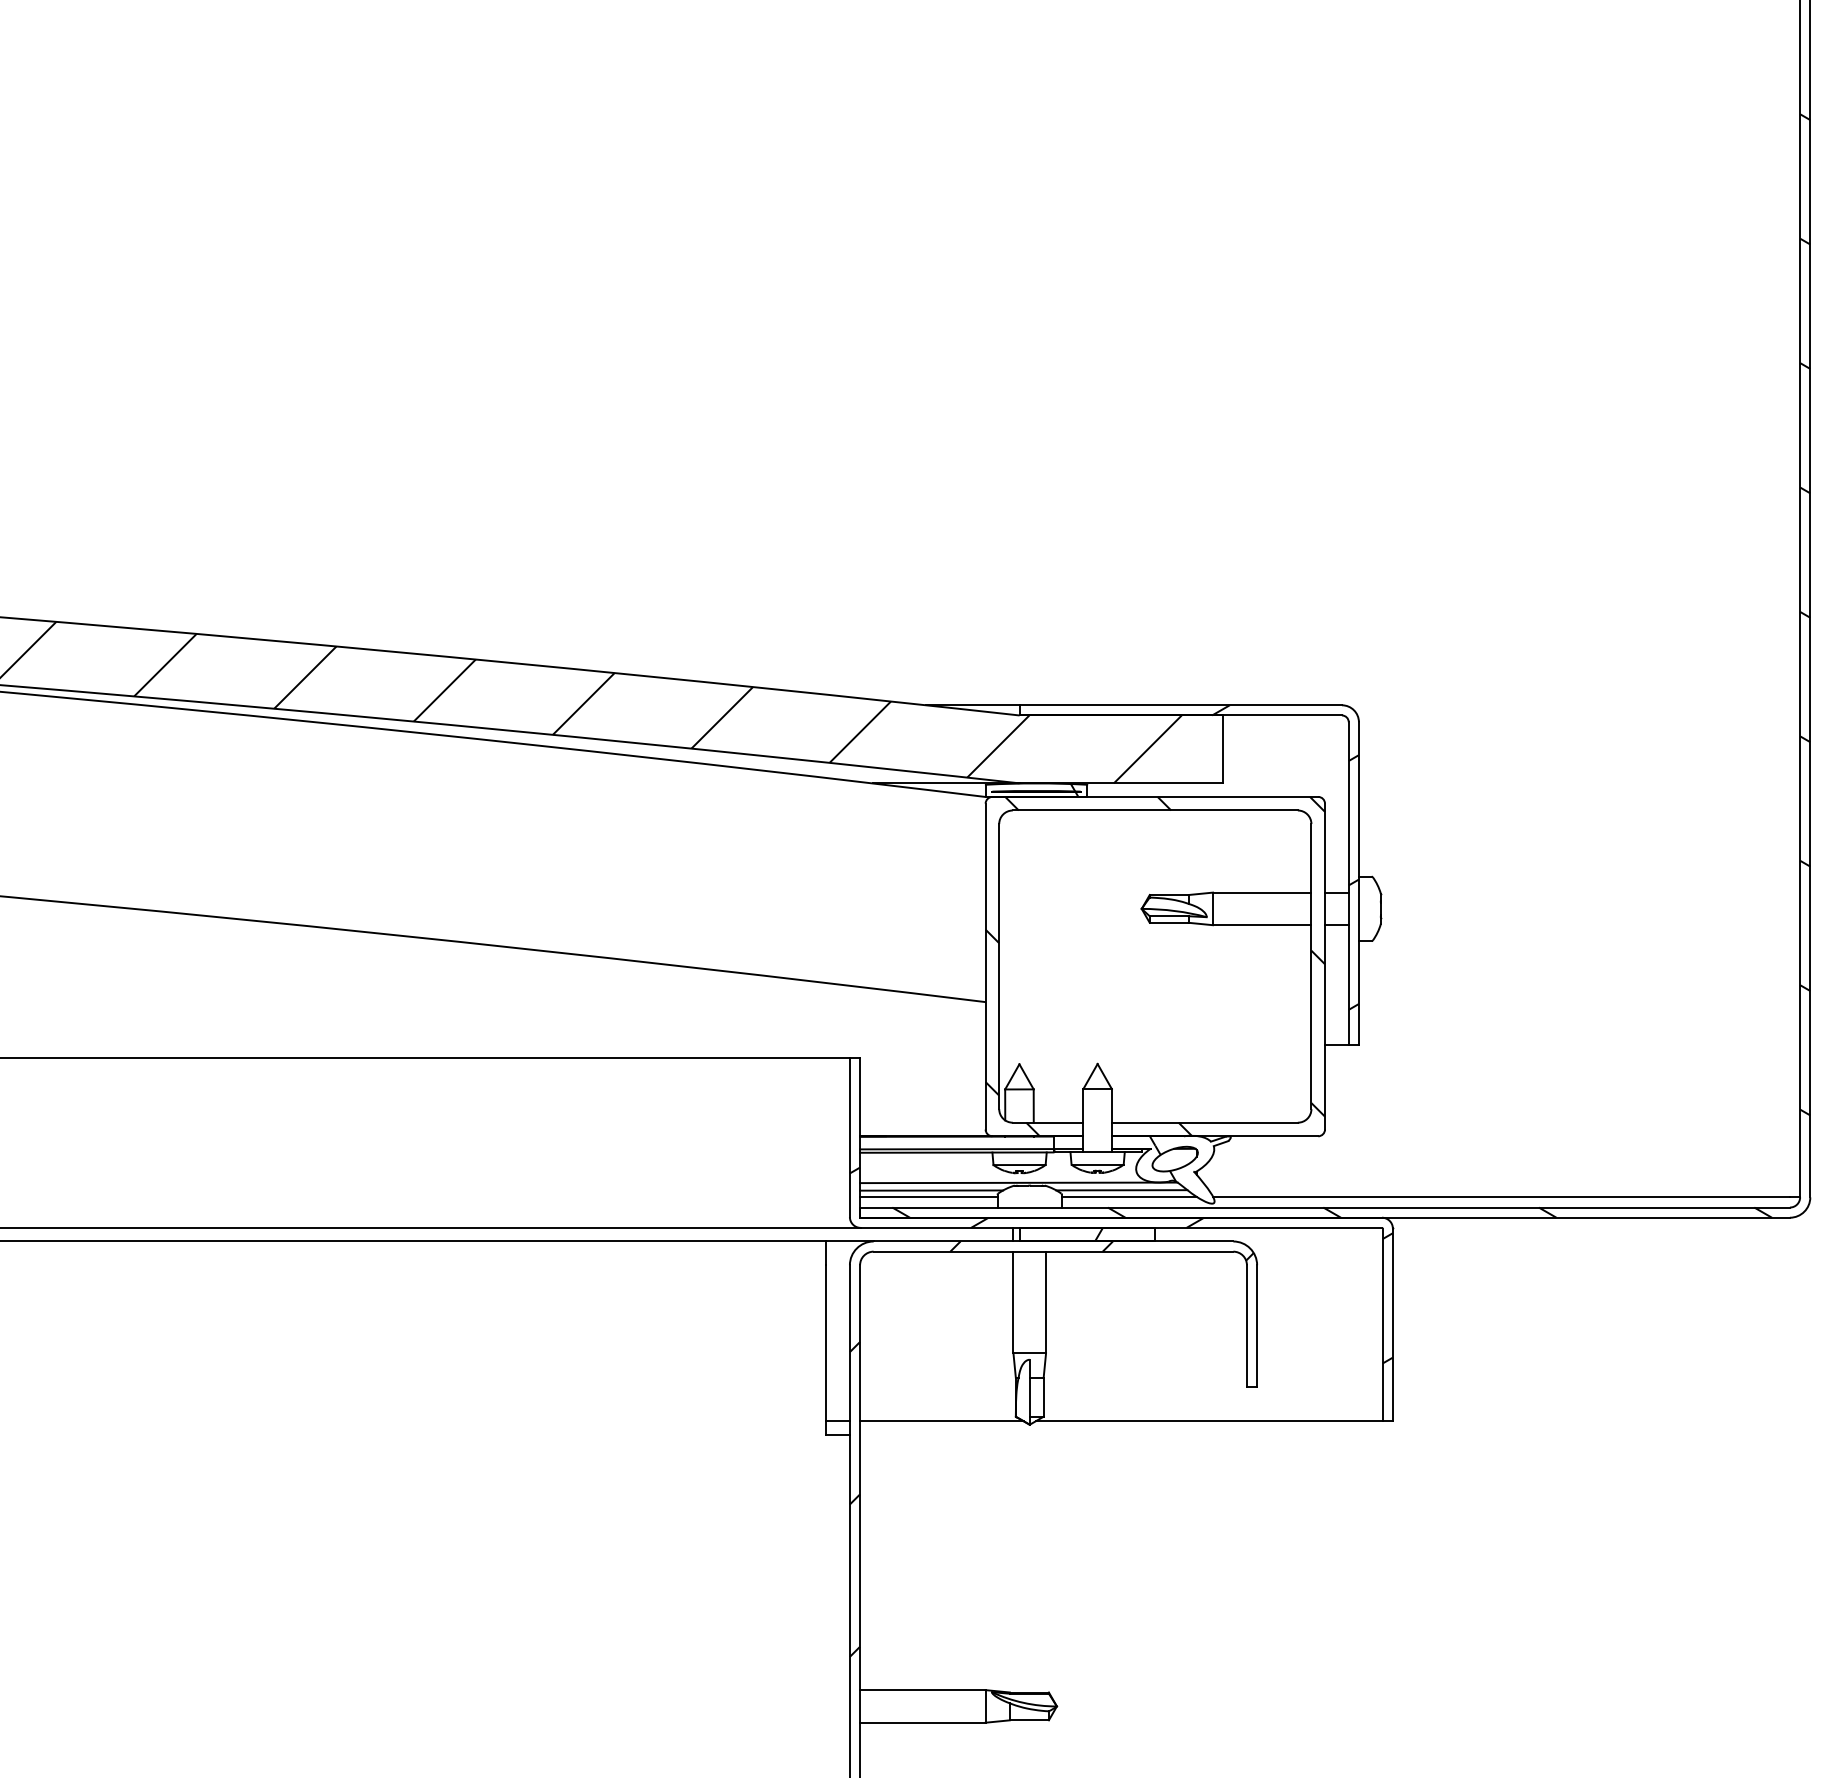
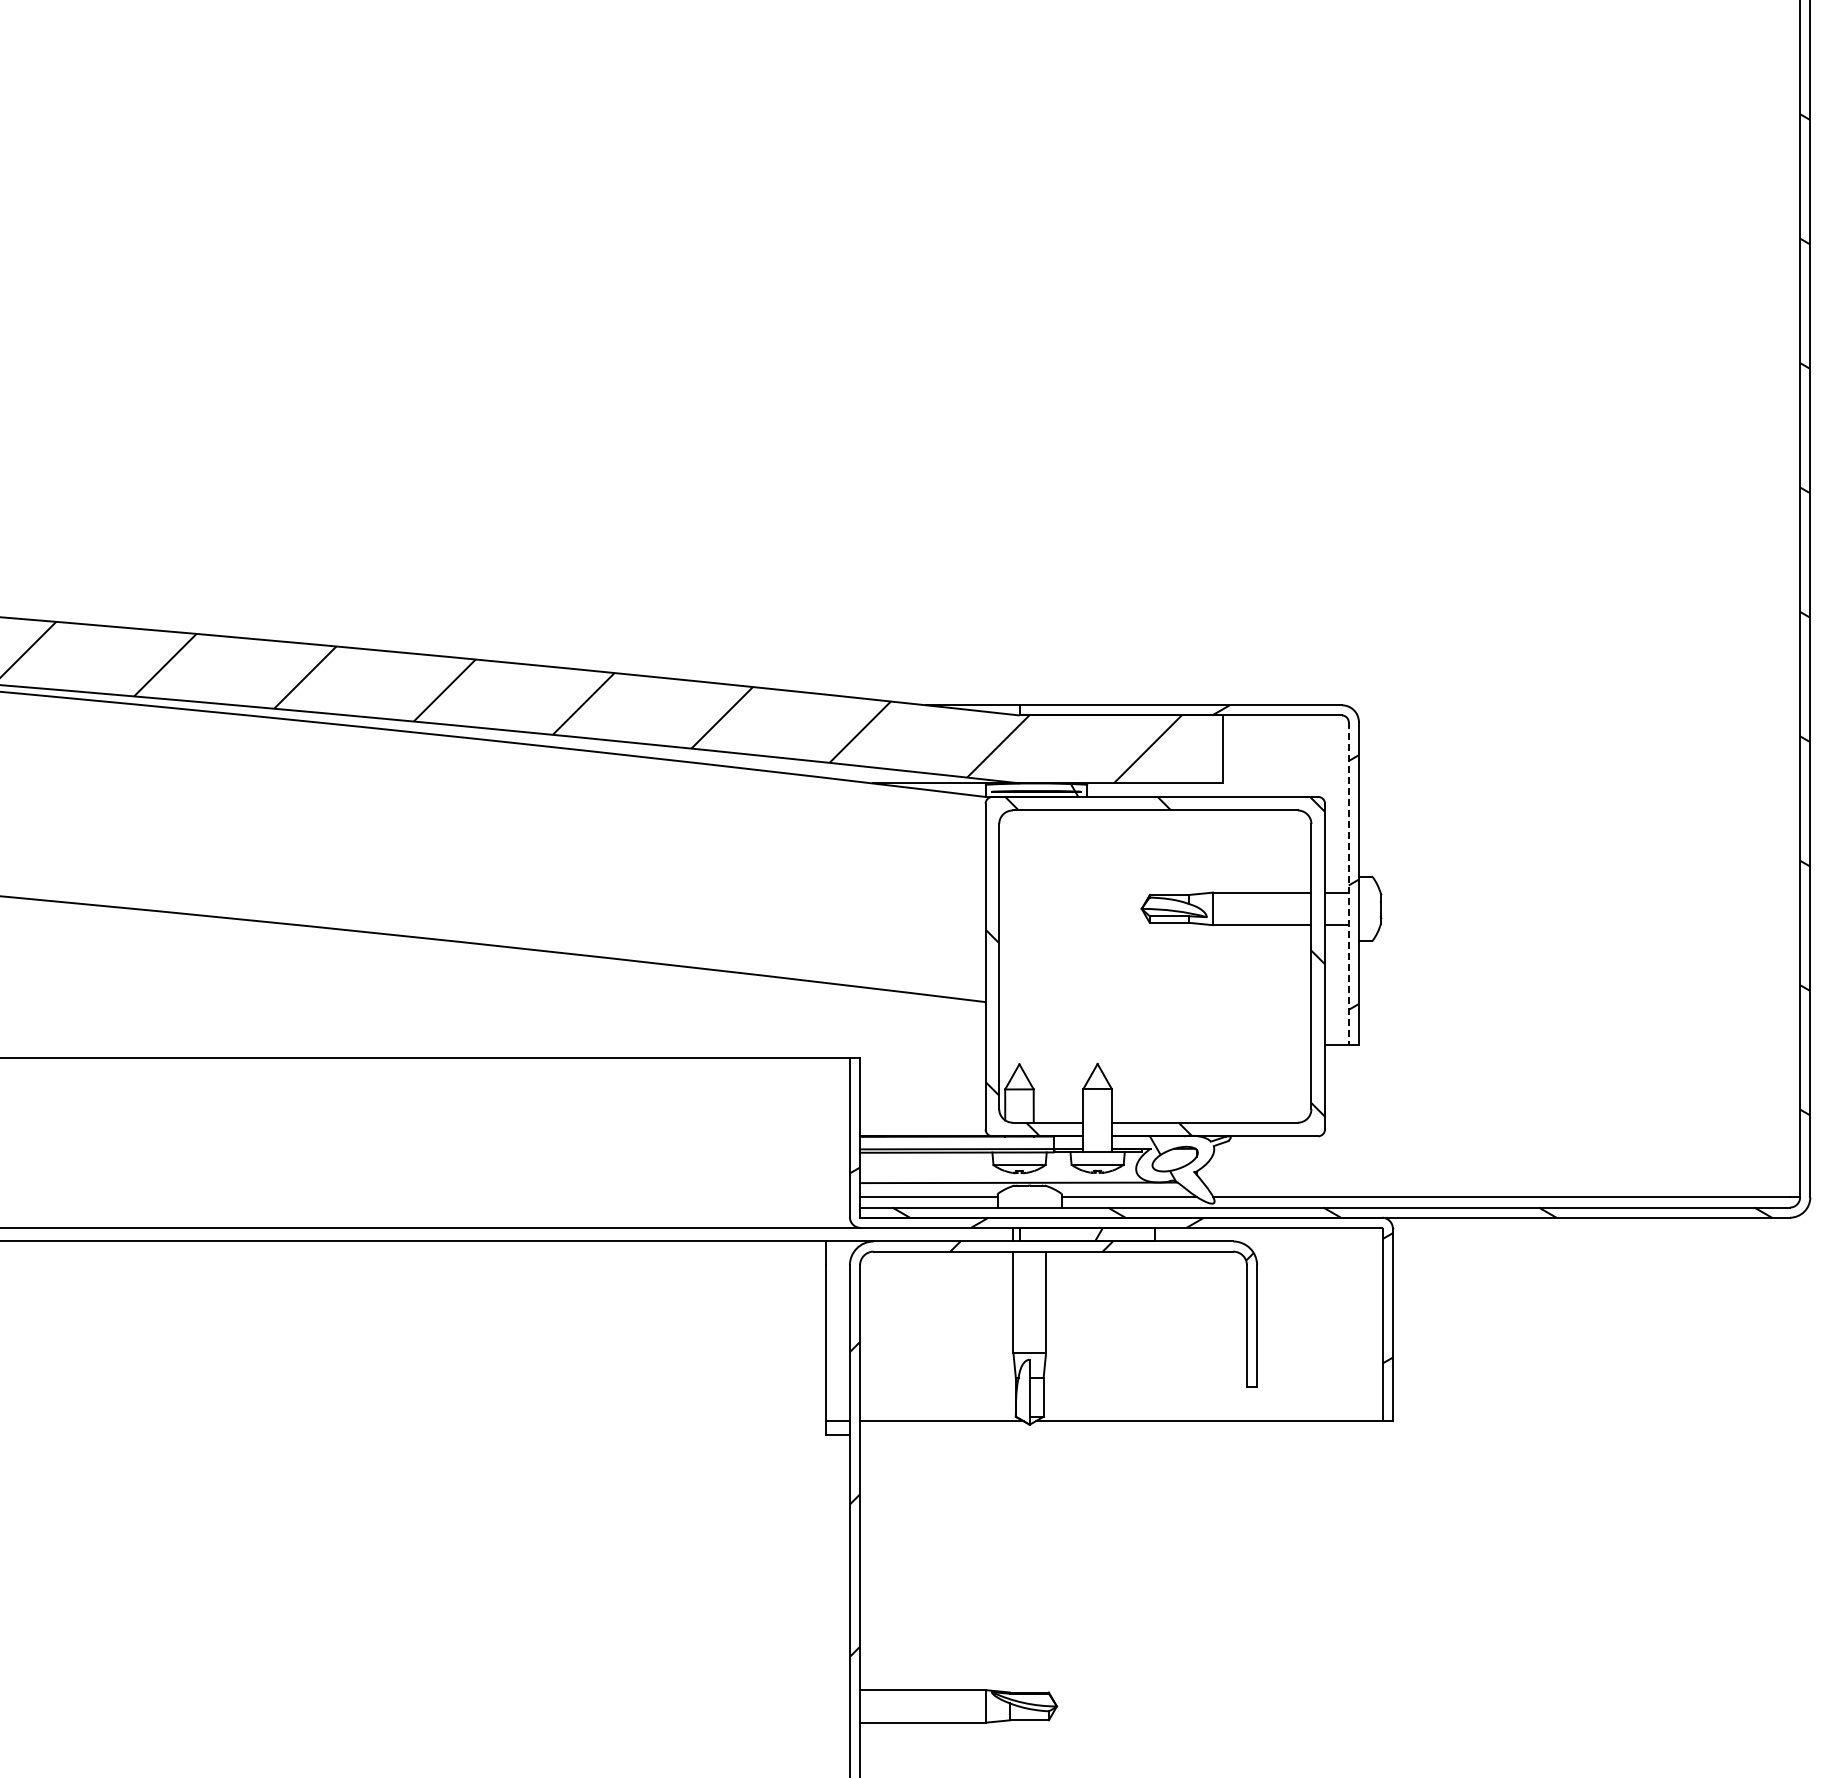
line at (1348, 883): solid -> dashed
line at (931, 1190): present -> none
line at (1121, 1190): present -> none
